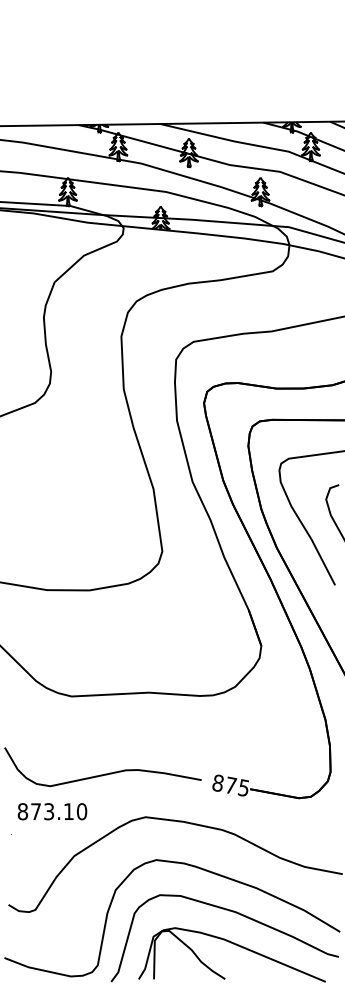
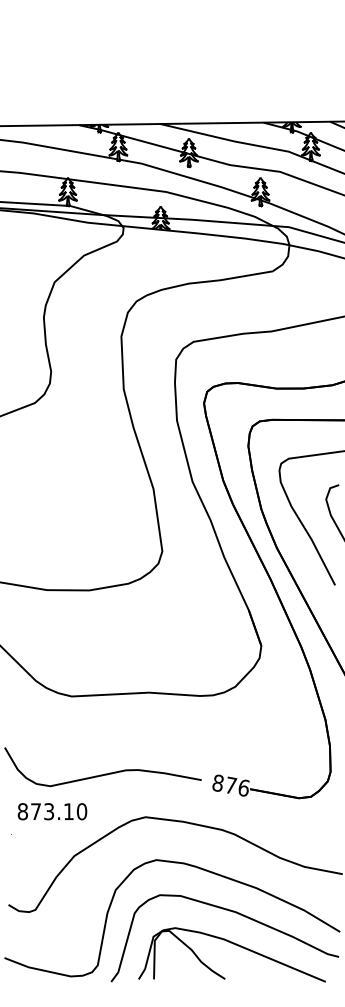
text at (243, 787): 875 -> 876
